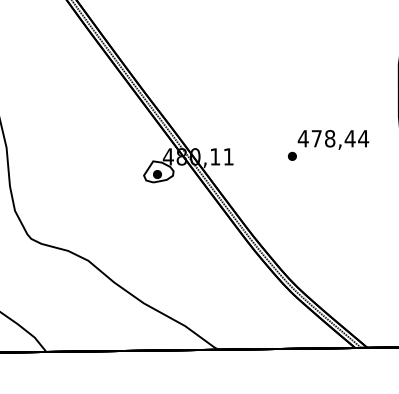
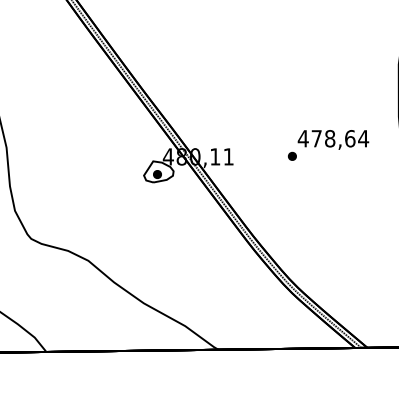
text at (349, 138): 478,44 -> 478,64
